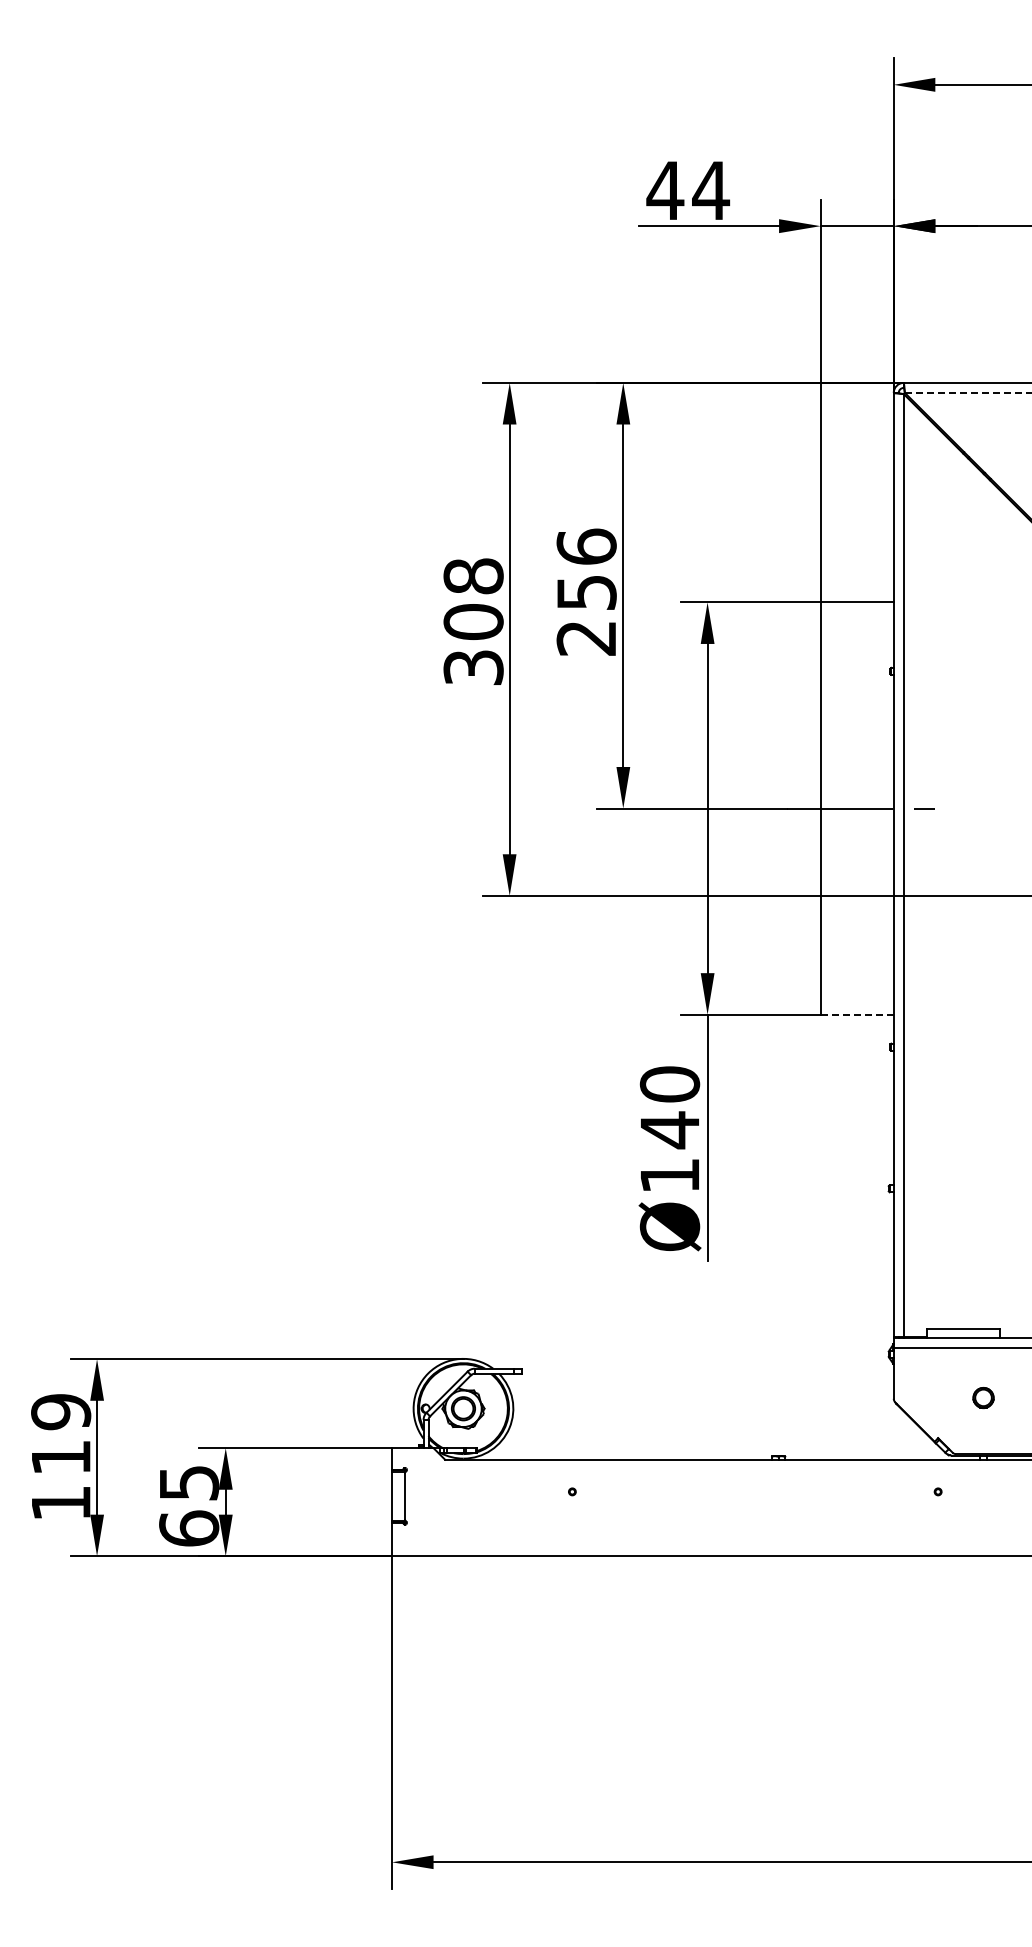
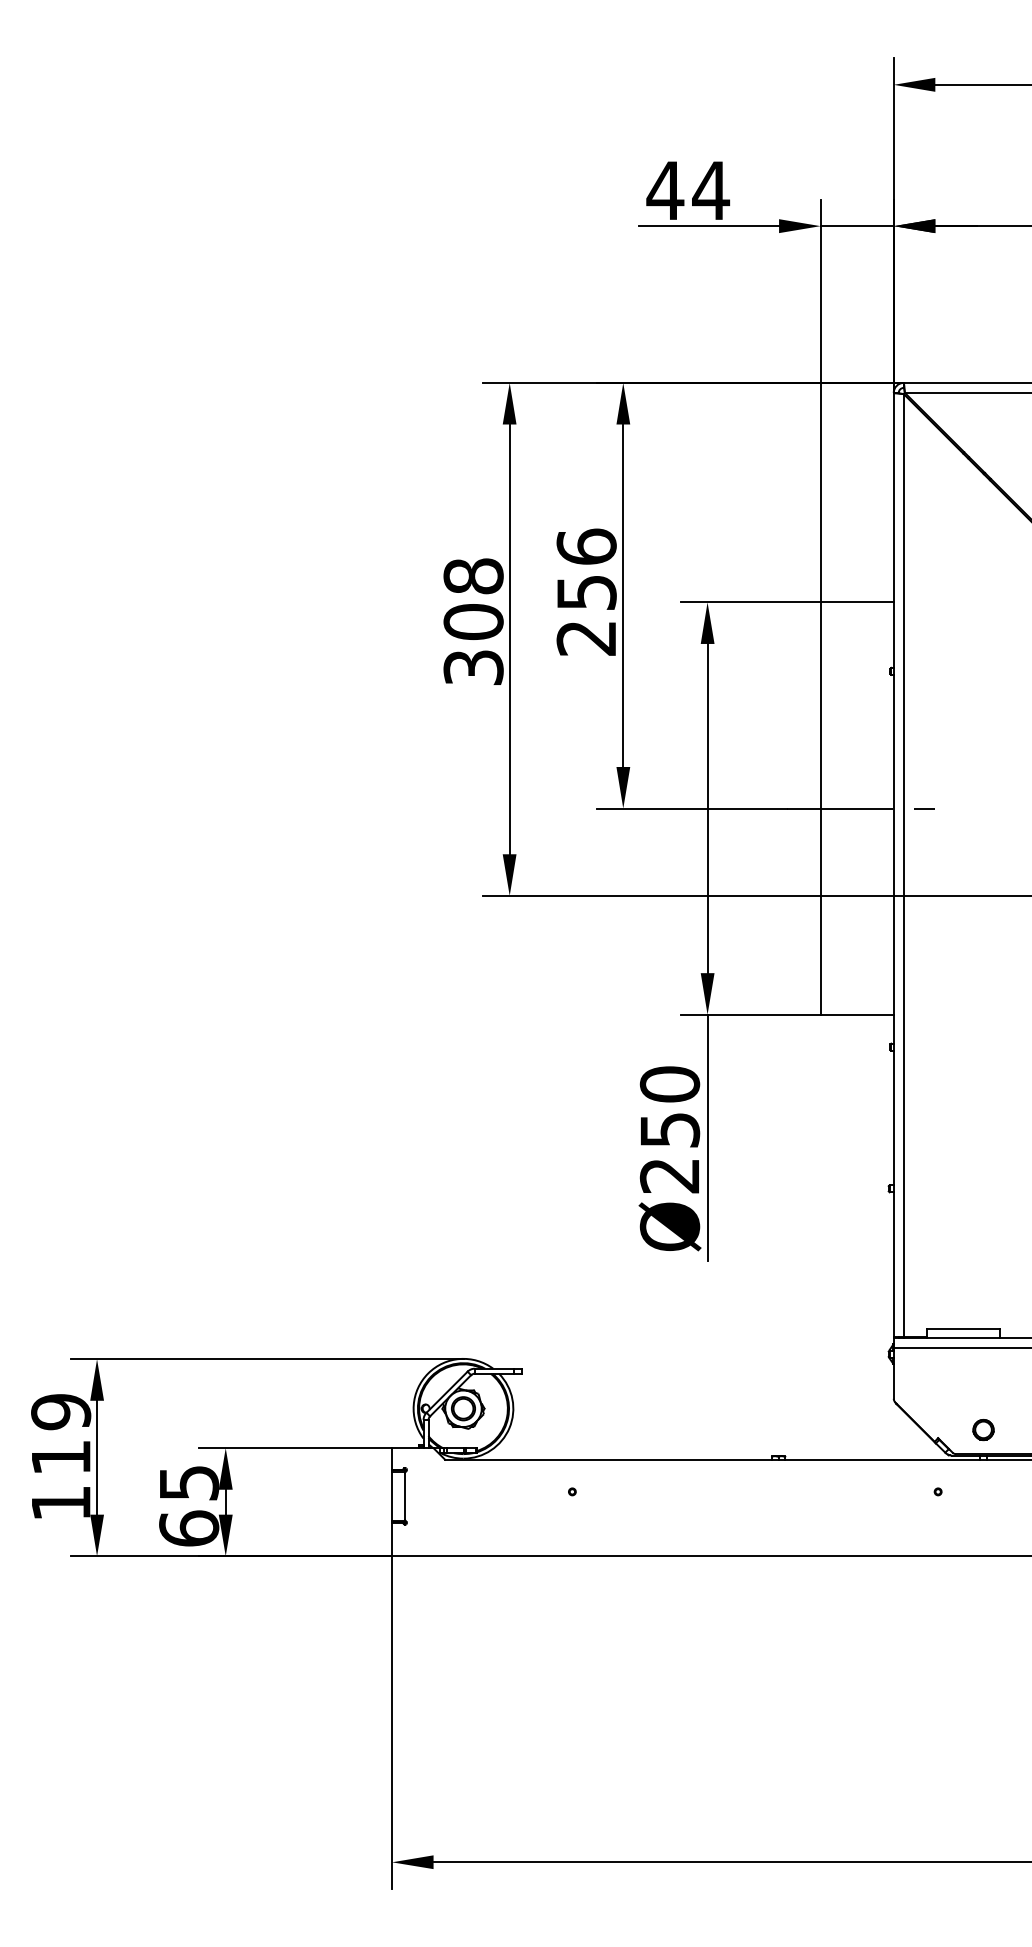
line at (968, 392): dashed -> solid
line at (857, 1014): dashed -> solid
text at (669, 1152): Ø140 -> Ø250
part at (983, 1398) position: (983, 1398) -> (983, 1430)
